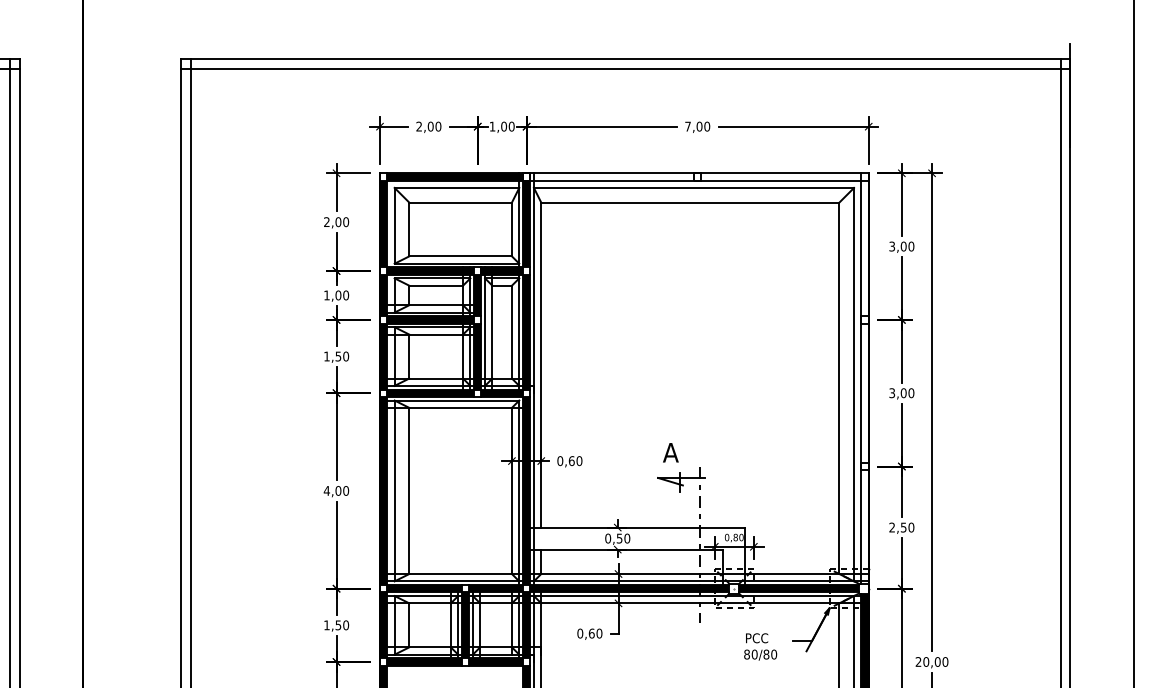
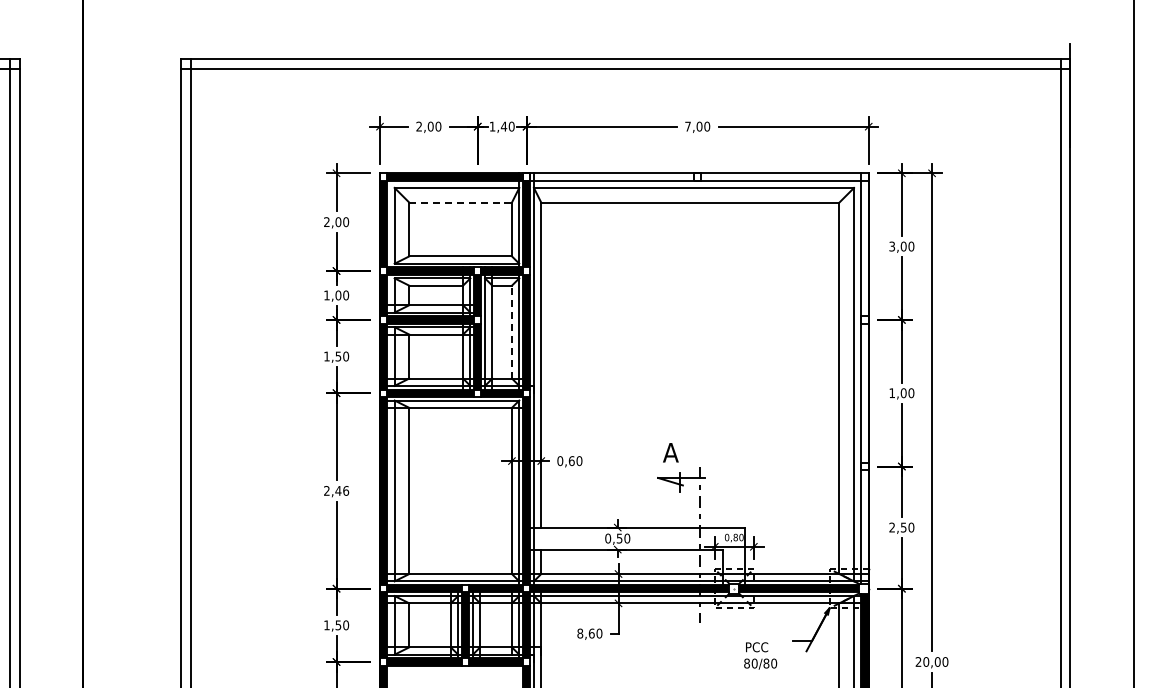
text at (503, 126): 1,00 -> 1,40
line at (461, 202): solid -> dashed
line at (511, 331): solid -> dashed
text at (892, 393): 3,00 -> 1,00
text at (336, 490): 4,00 -> 2,46
text at (580, 633): 0,60 -> 8,60
text at (760, 646) position: (760, 646) -> (760, 655)
